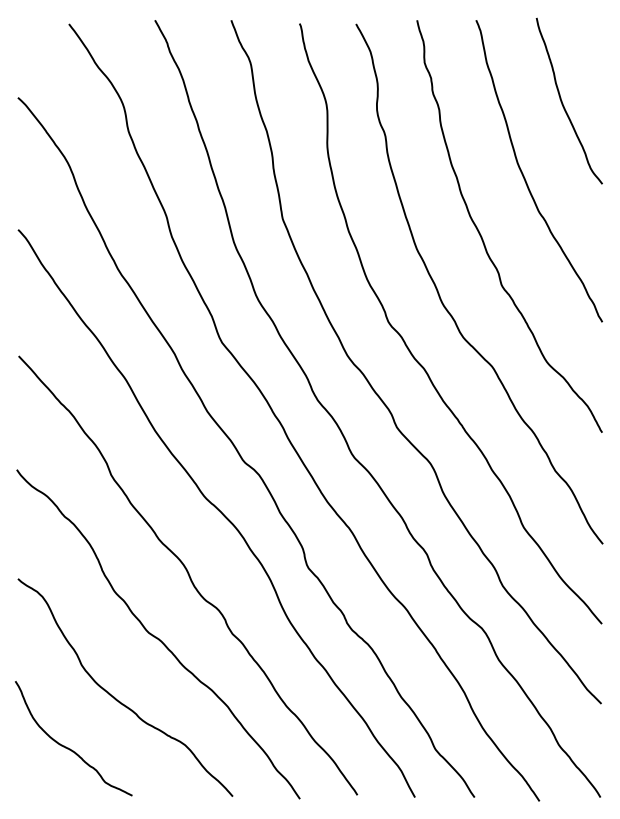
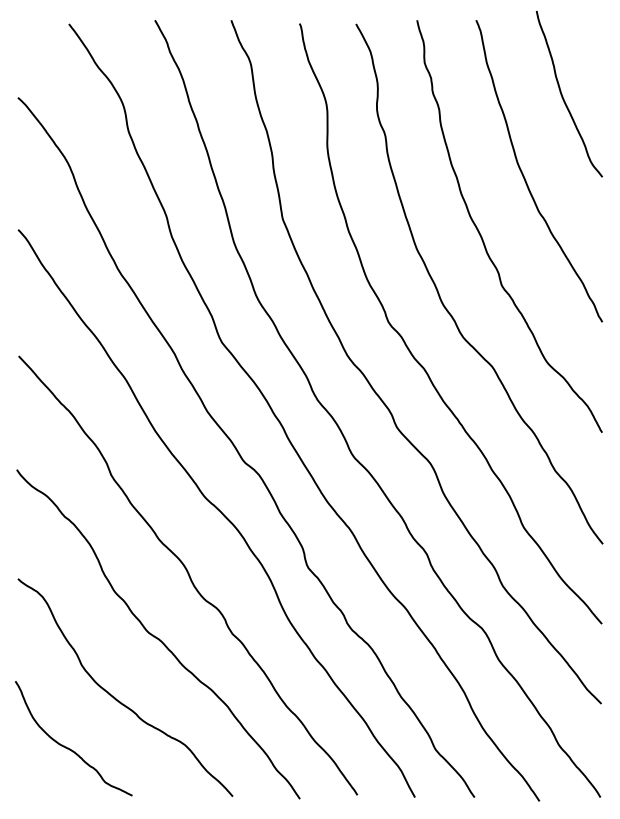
curve at (563, 103) position: (563, 103) -> (563, 96)
